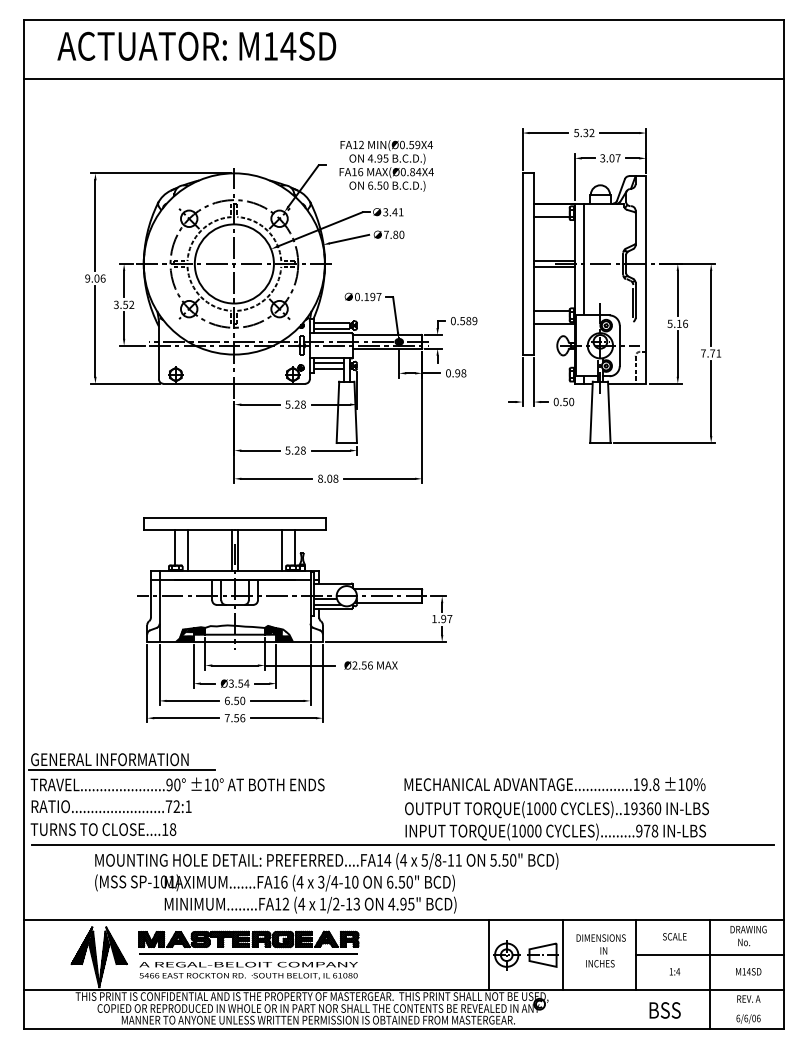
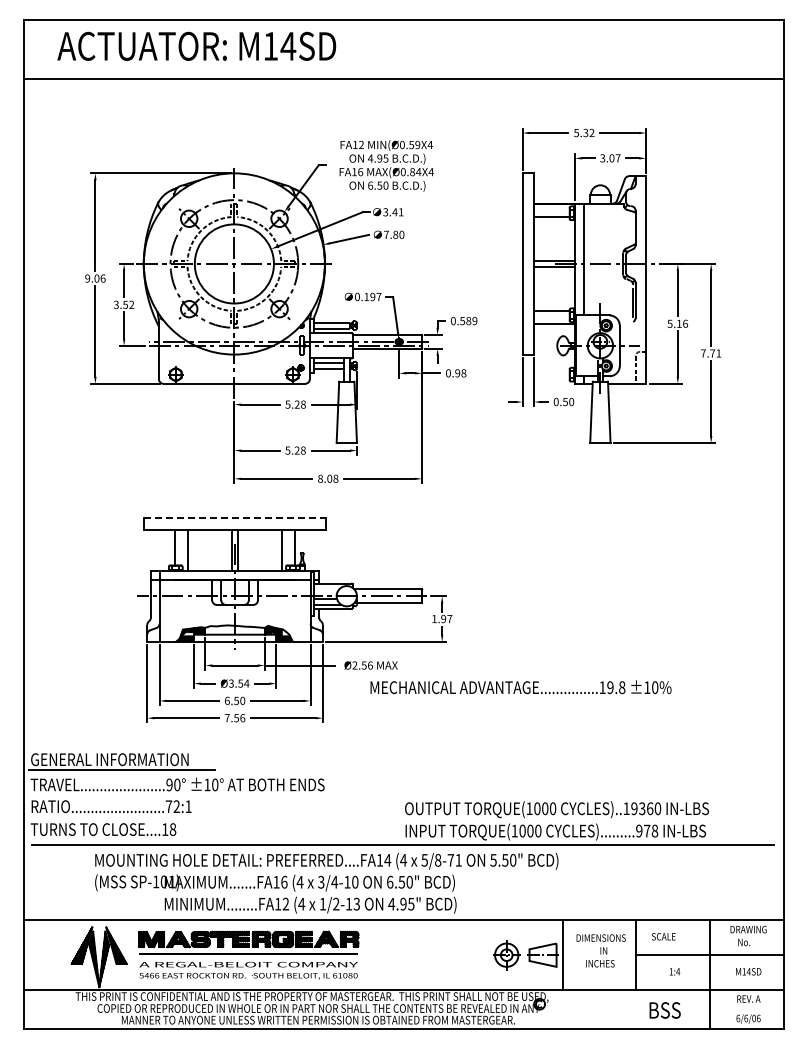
line at (235, 518): solid -> dashed
text at (554, 784) position: (554, 784) -> (520, 687)
text at (450, 860): 5/8-11 -> 5/8-71
text at (674, 936) position: (674, 936) -> (663, 936)
line at (488, 955): present -> none
